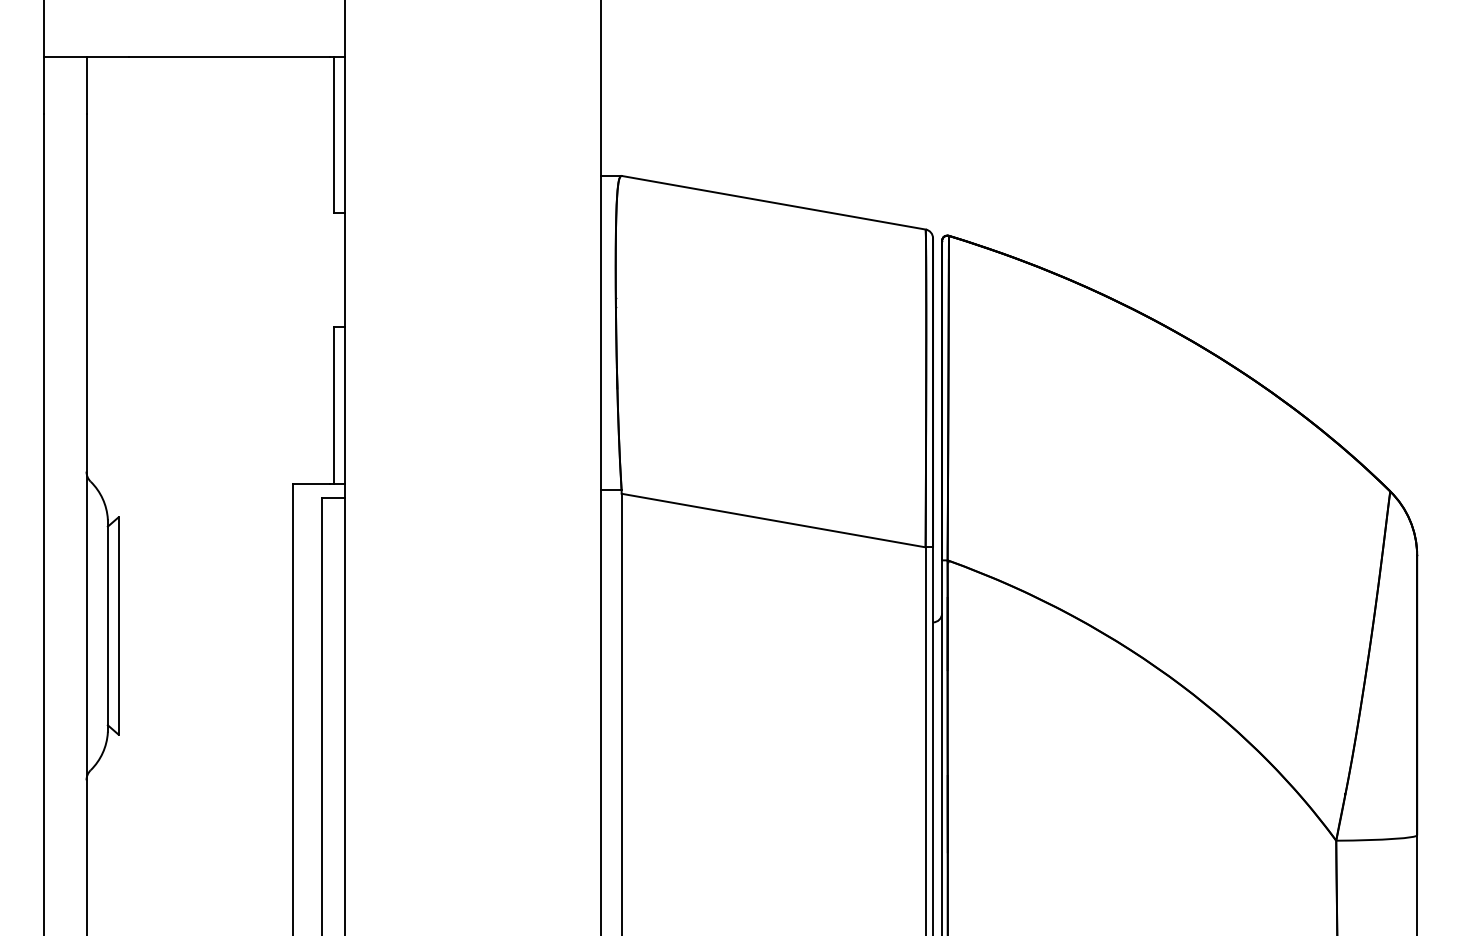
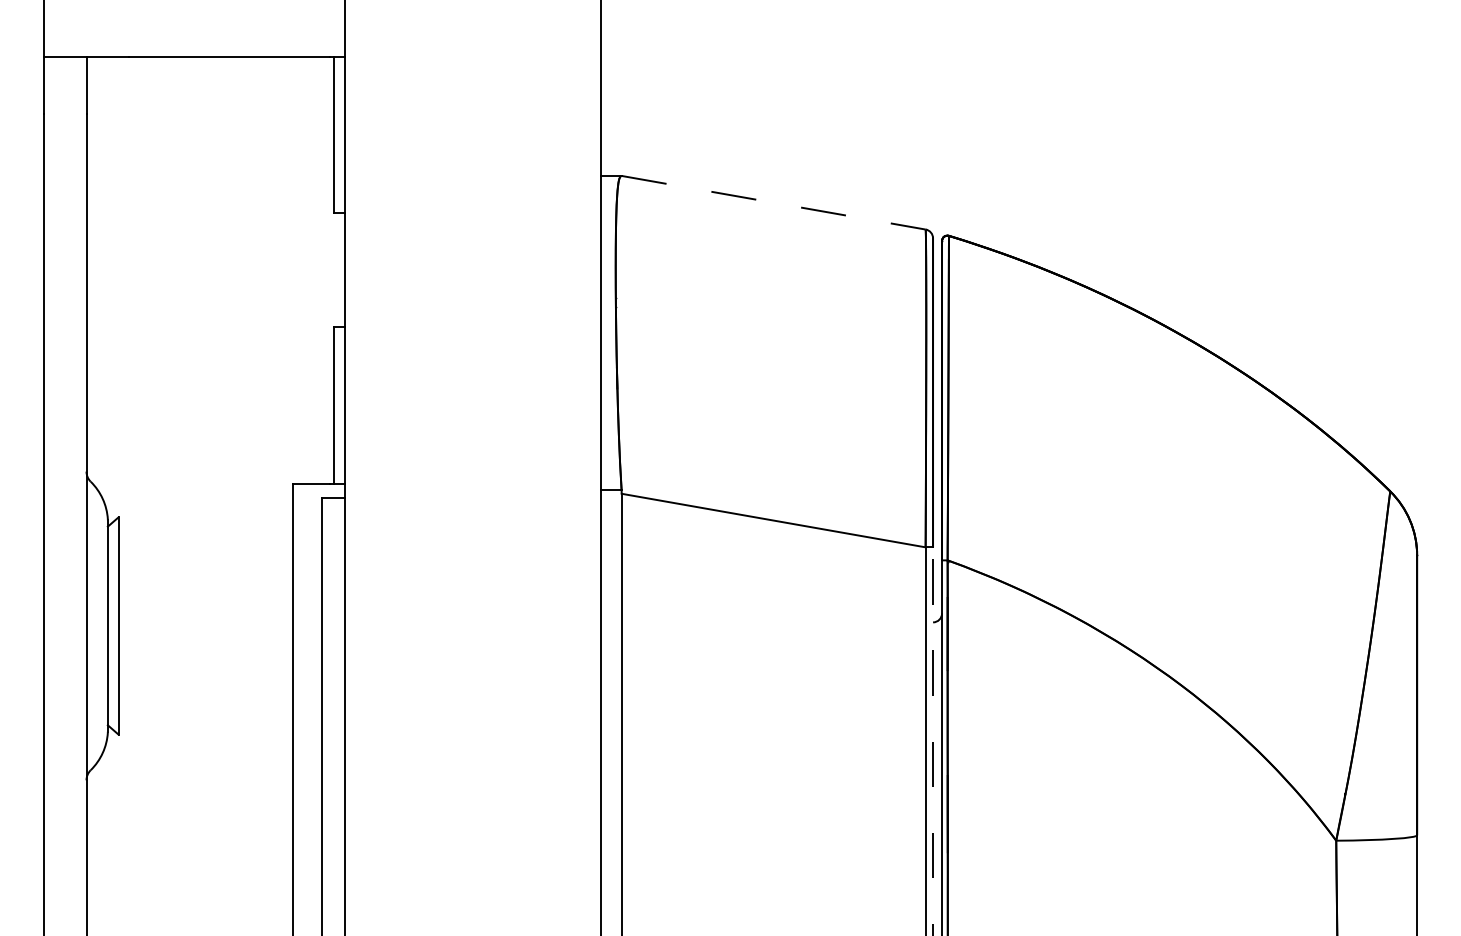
line at (774, 202): solid -> dashed
line at (933, 741): solid -> dashed
